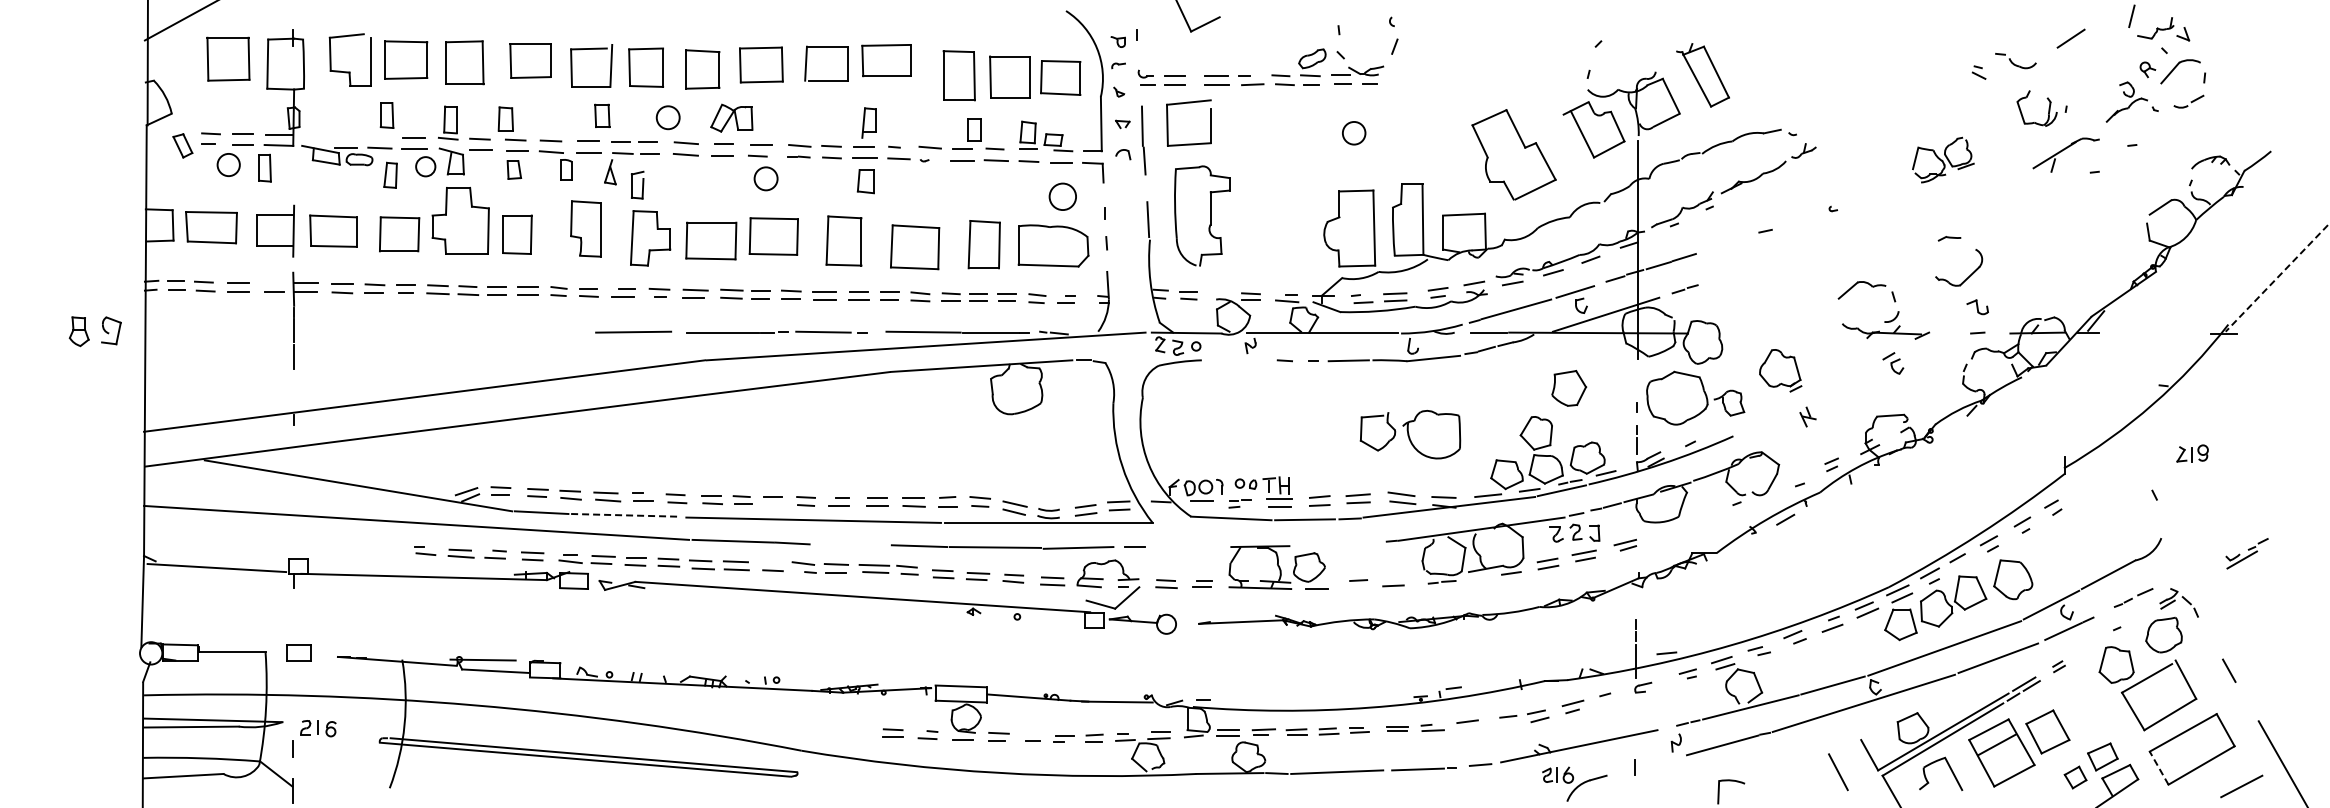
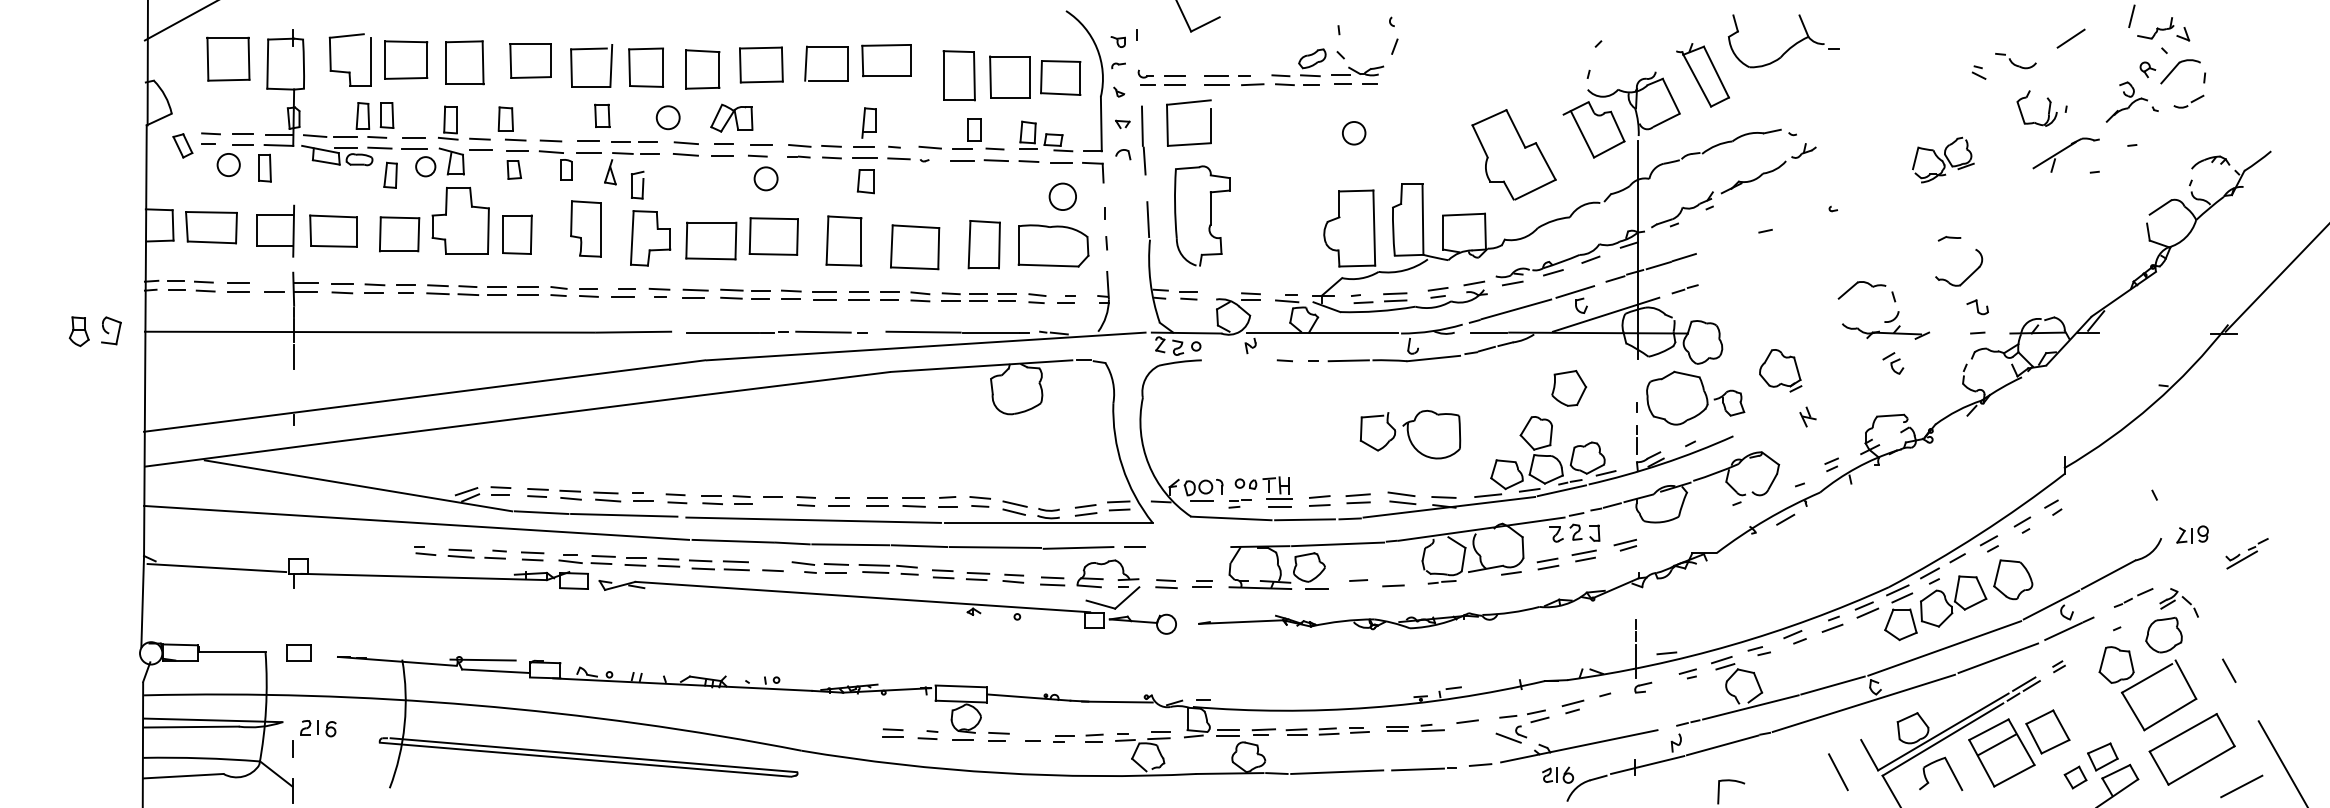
part at (1789, 47): none -> present
part at (356, 120): none -> present
line at (2277, 277): dashed -> solid
line at (369, 331): none -> present
part at (2192, 453) position: (2192, 453) -> (2192, 534)
line at (624, 515): dashed -> solid
line at (850, 544): none -> present
line at (1338, 544): none -> present
part at (1511, 734): none -> present
line at (1647, 764): none -> present
line at (2158, 767): dashed -> solid
